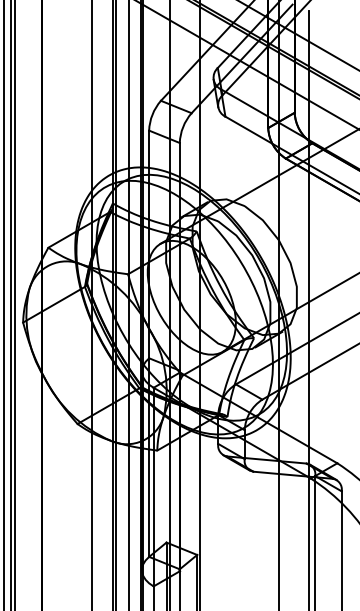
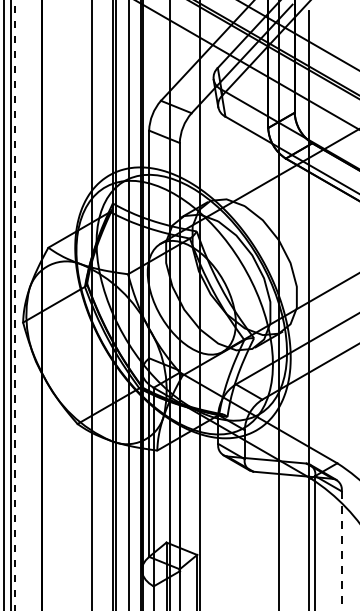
line at (15, 305): solid -> dashed
line at (341, 551): solid -> dashed
